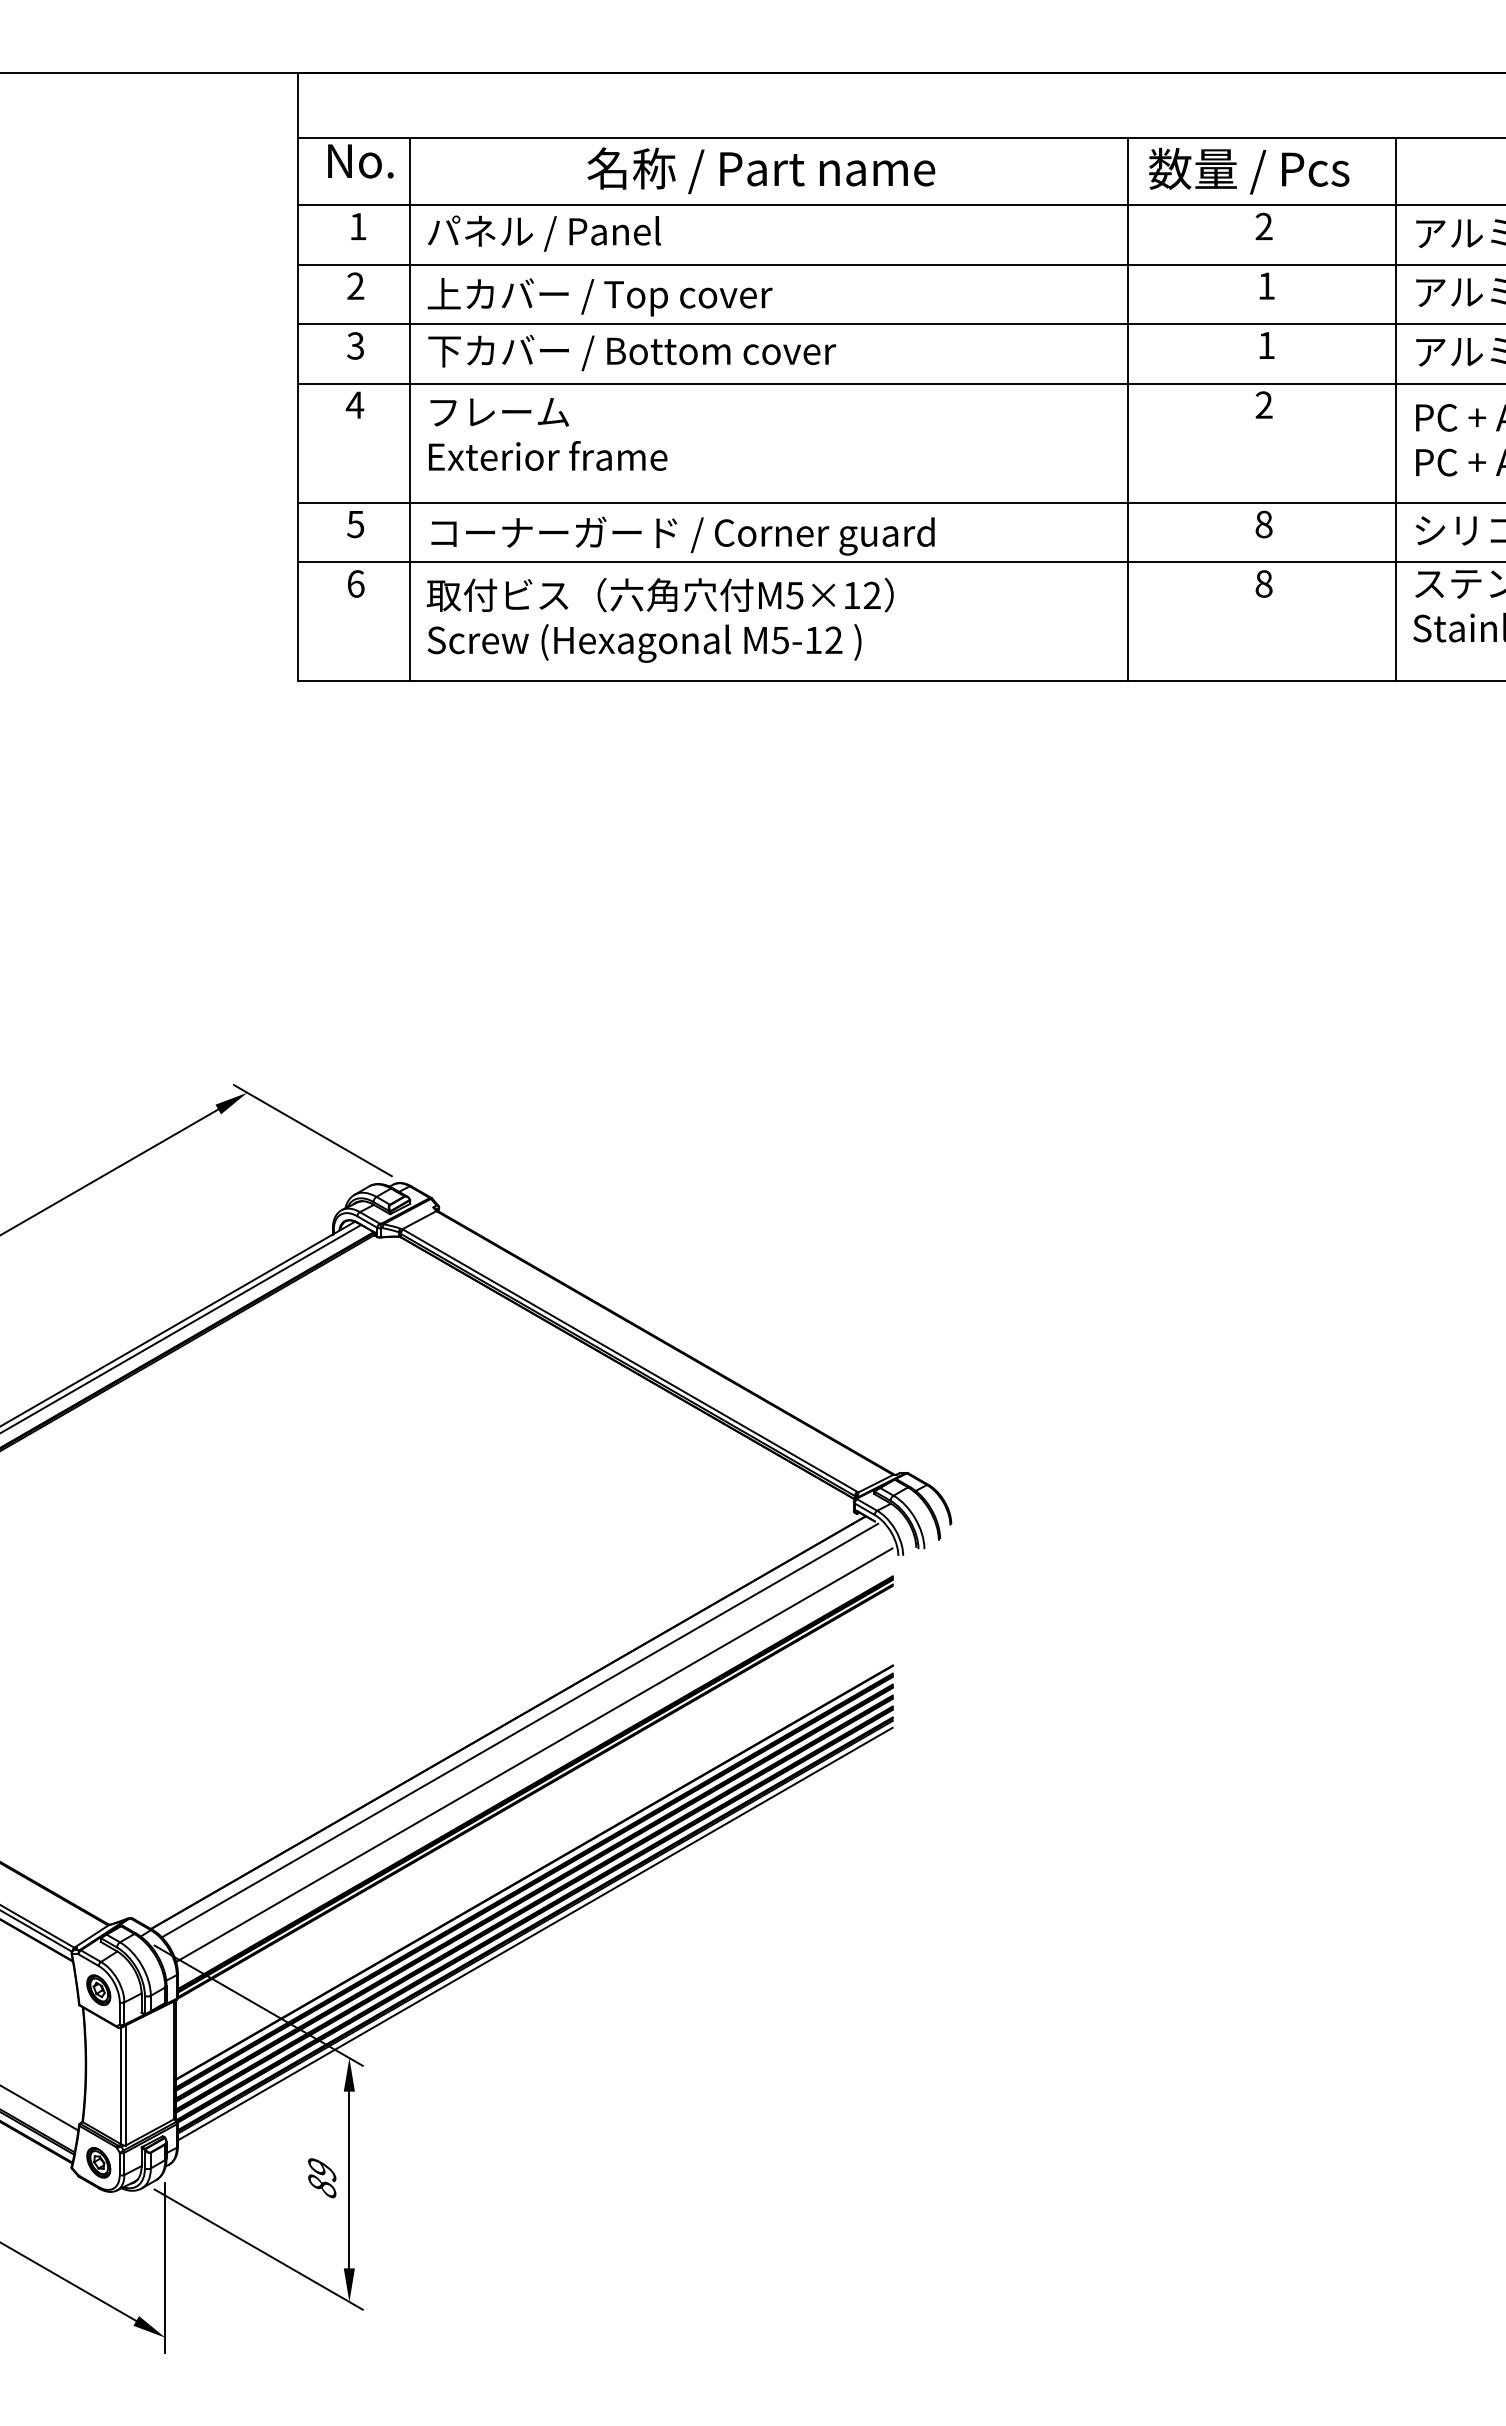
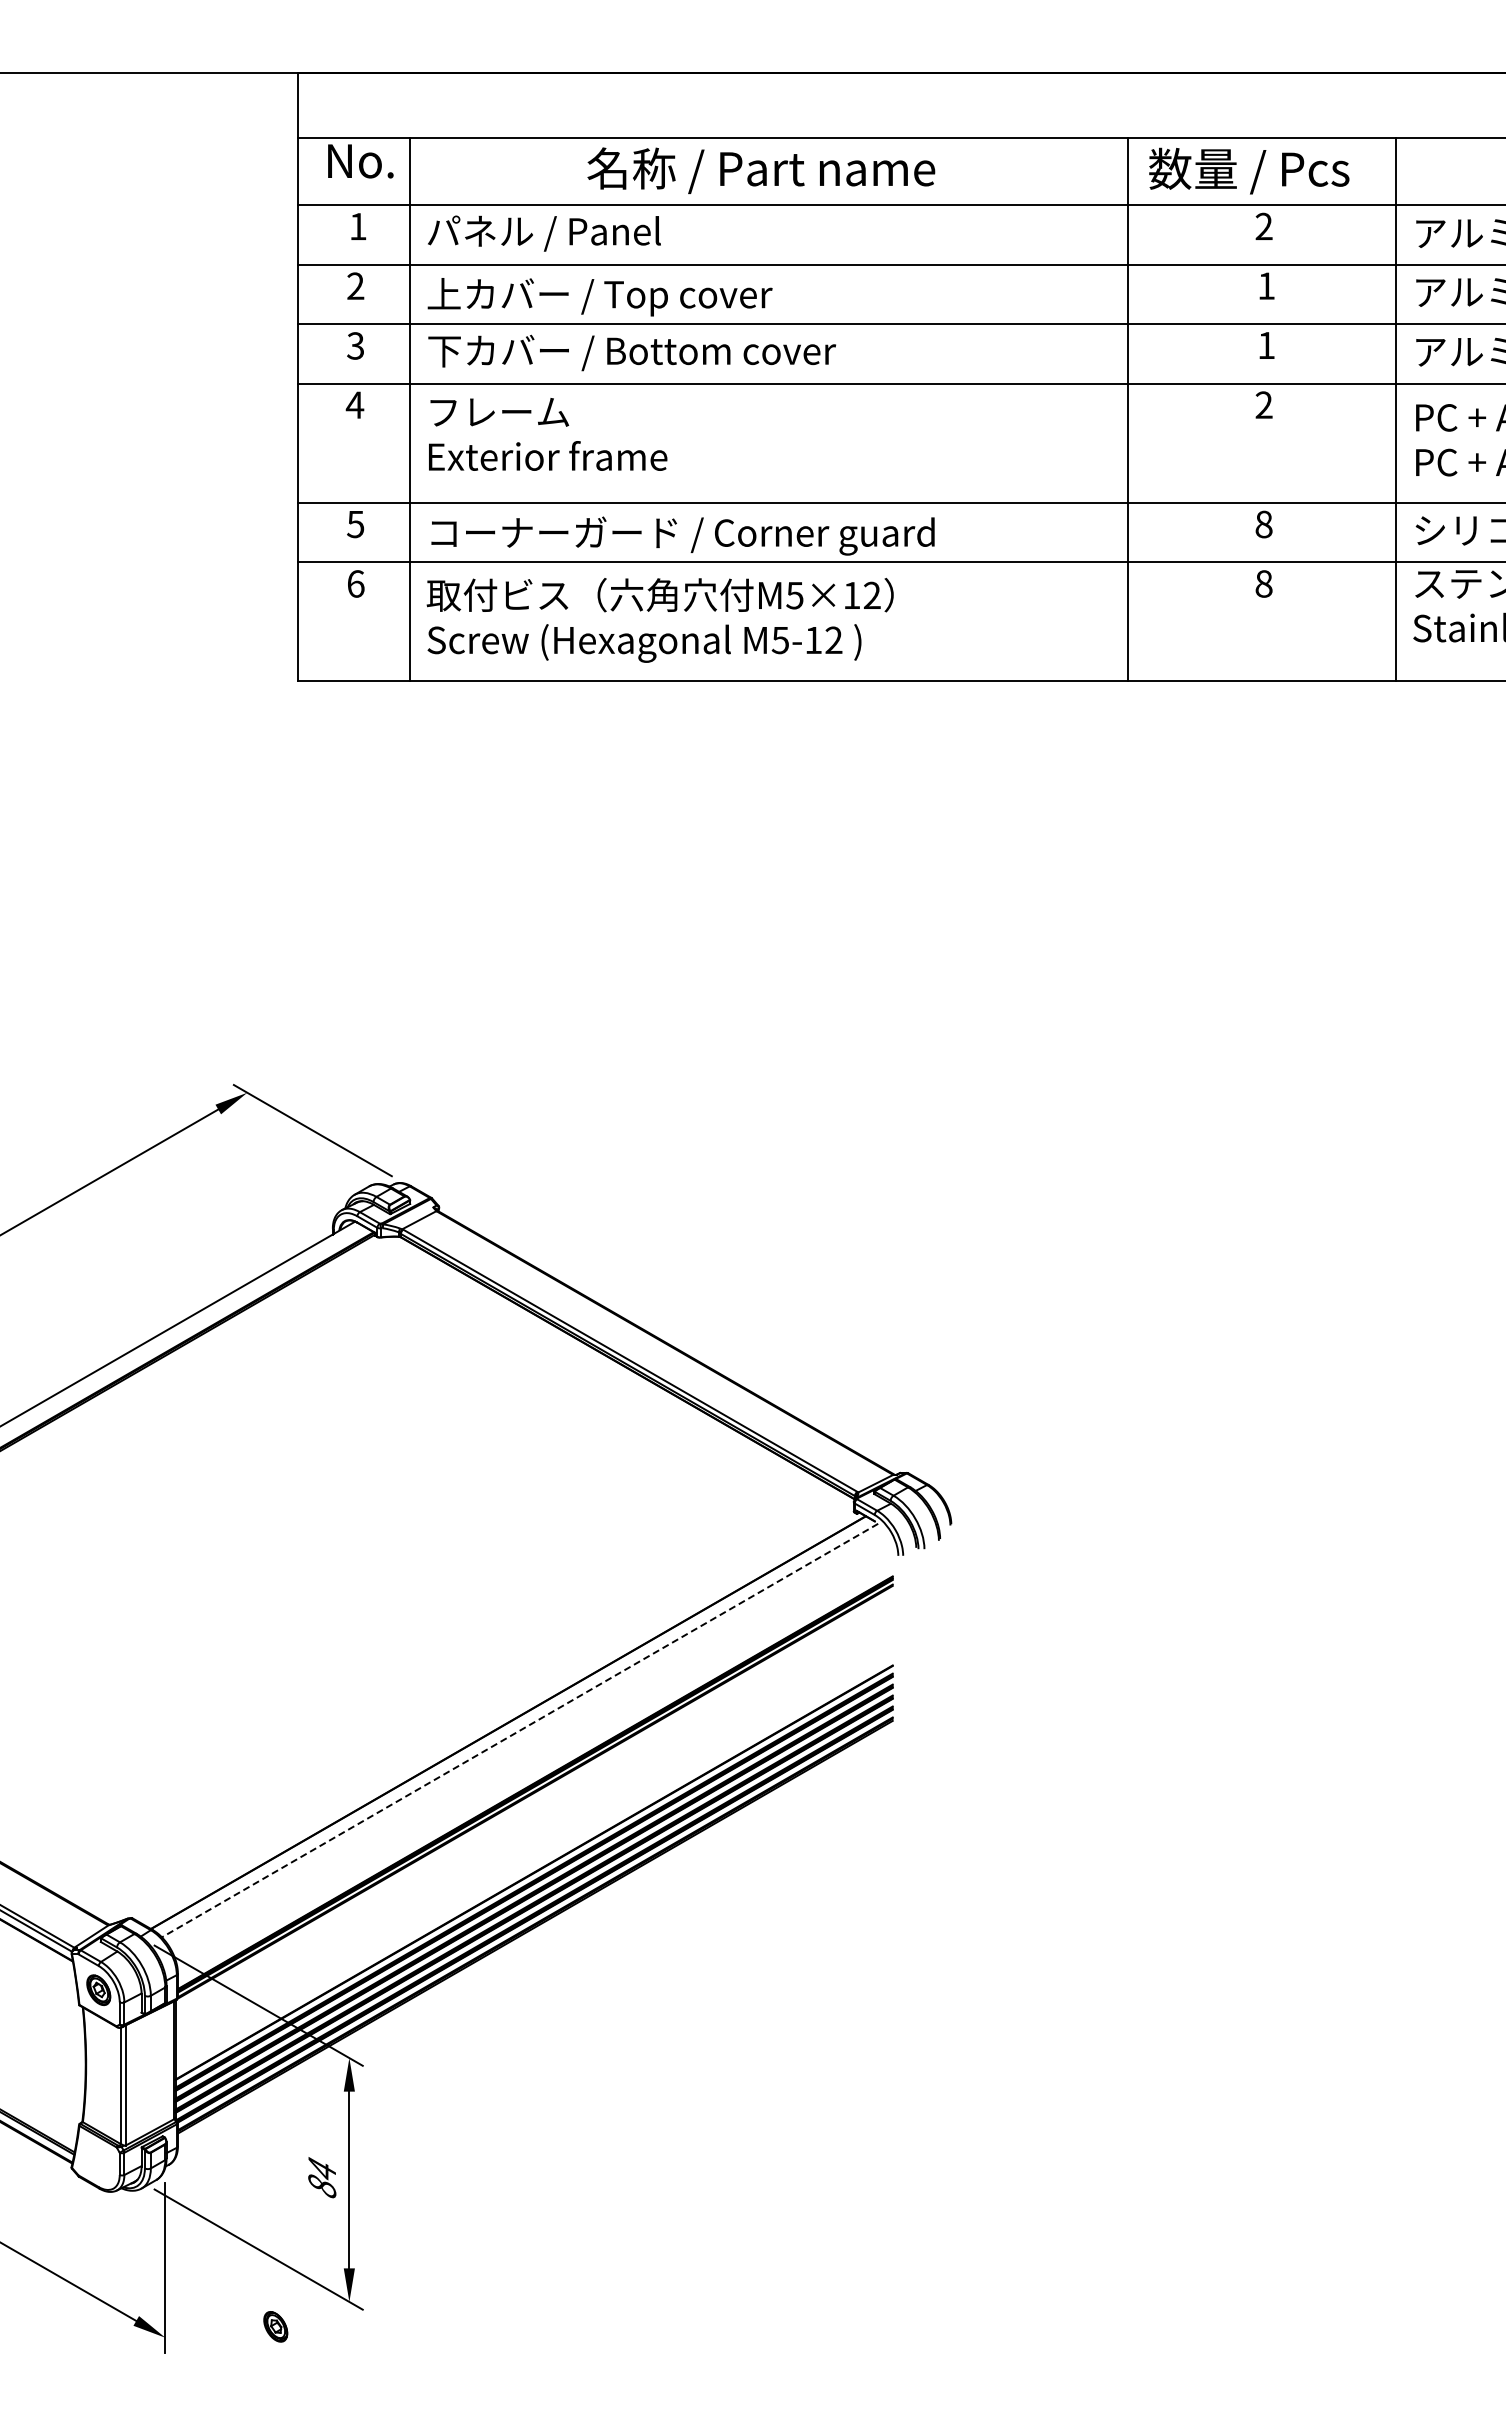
line at (181, 1328): present -> none
line at (520, 1730): solid -> dashed
line at (534, 1754): present -> none
line at (534, 1933): present -> none
line at (40, 2108): present -> none
part at (98, 2162) position: (98, 2162) -> (275, 2326)
text at (322, 2169): 89 -> 84
